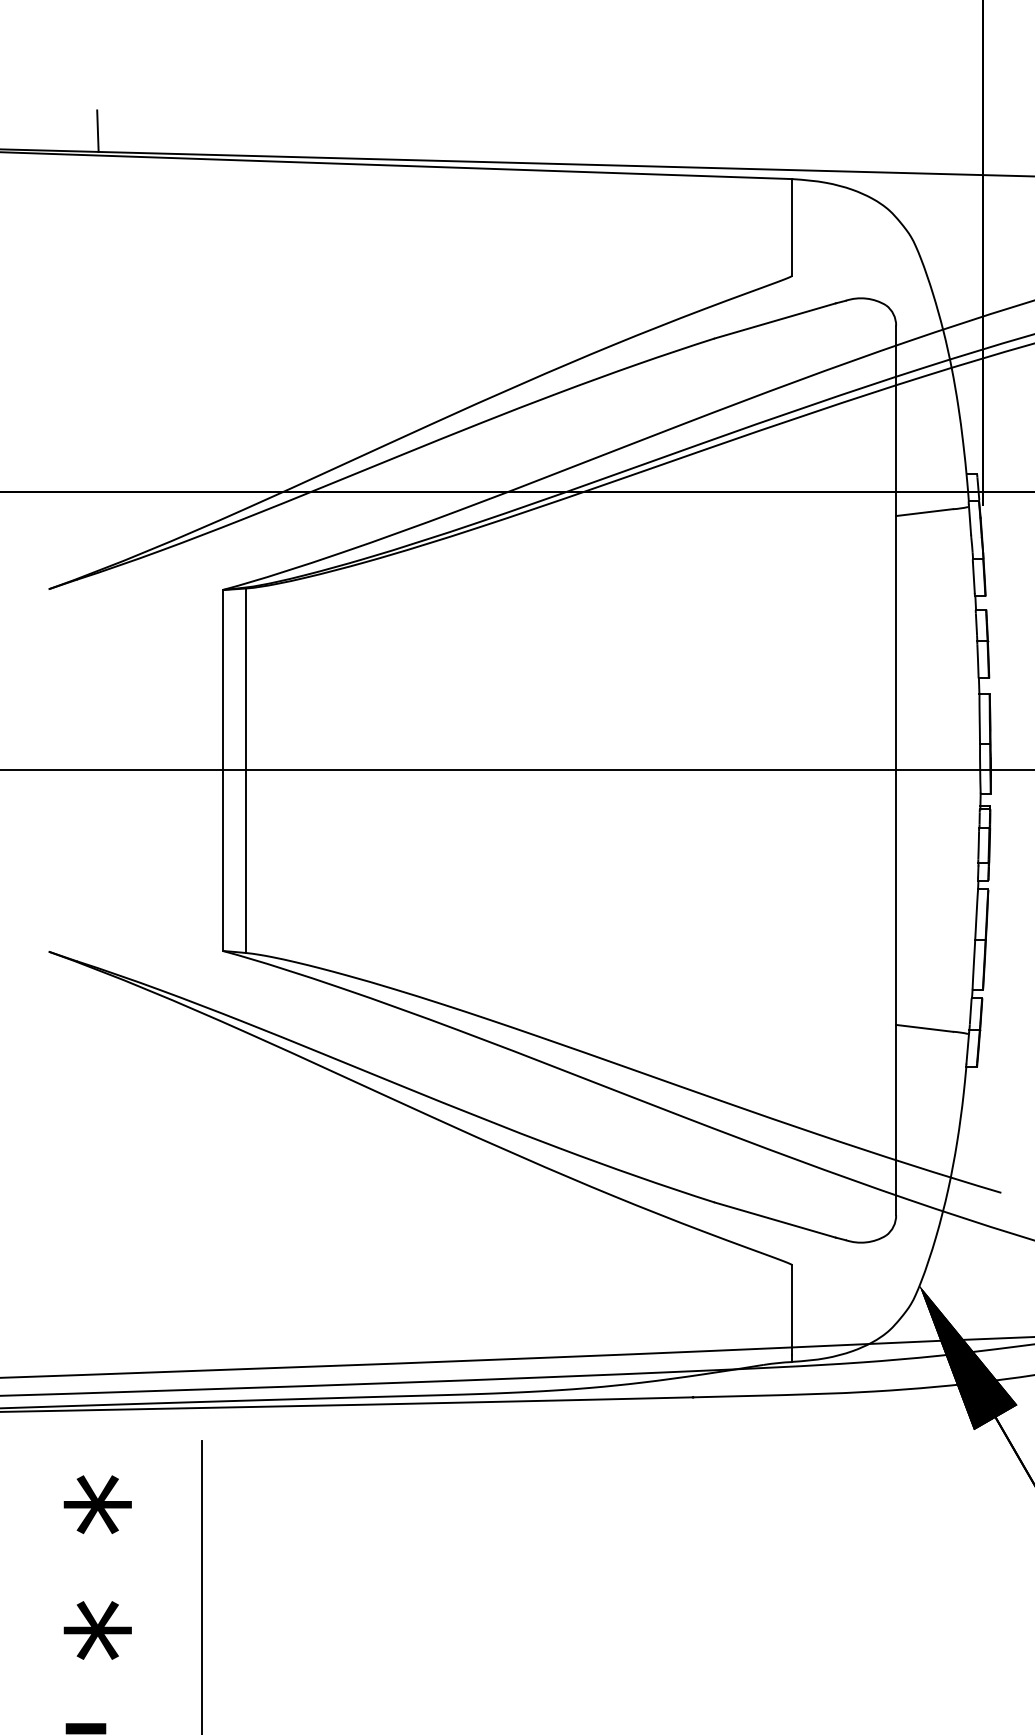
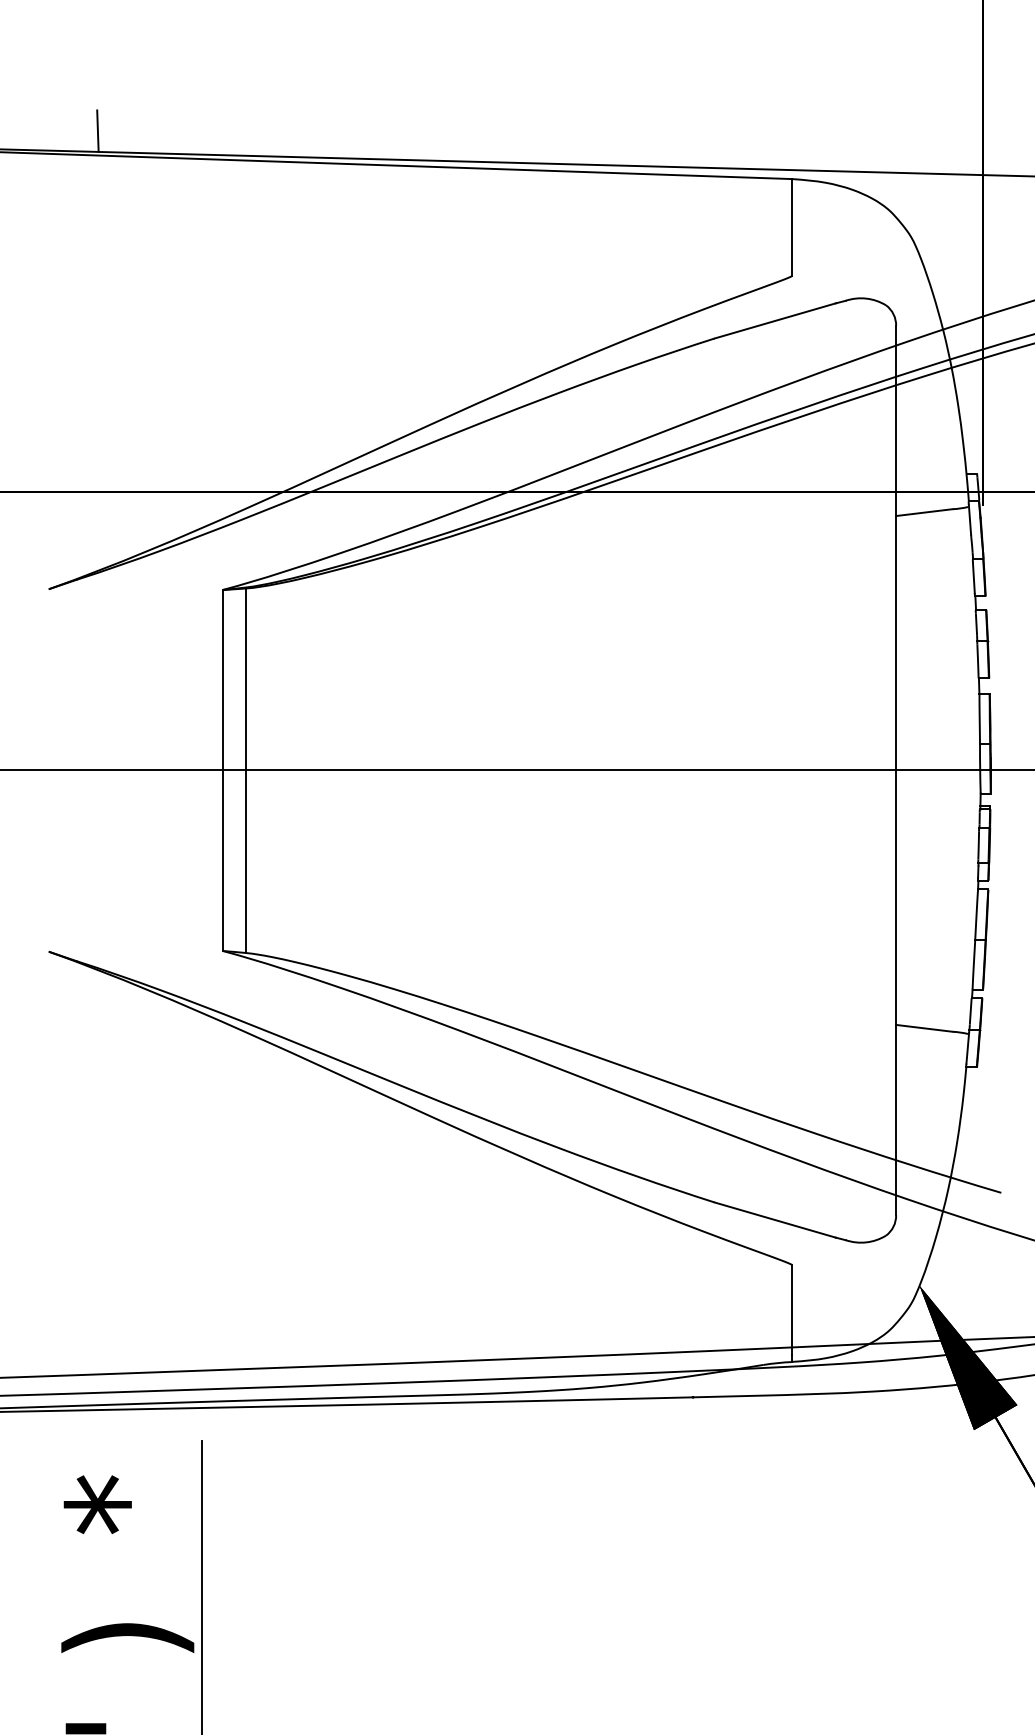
text at (127, 1630): * -> )
